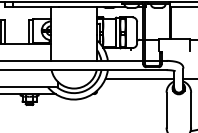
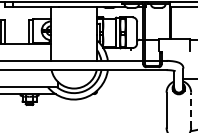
line at (139, 78): present -> none
line at (191, 109): solid -> dashed
